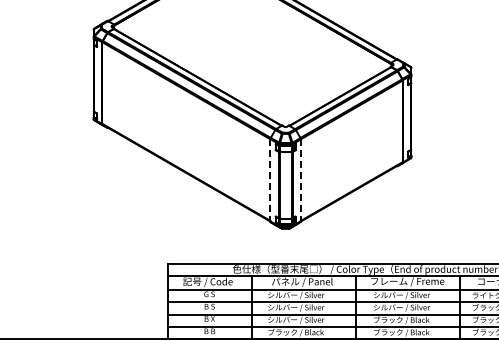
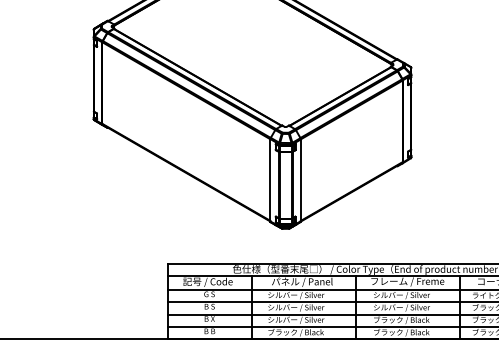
line at (270, 180): dashed -> solid
line at (300, 180): dashed -> solid
